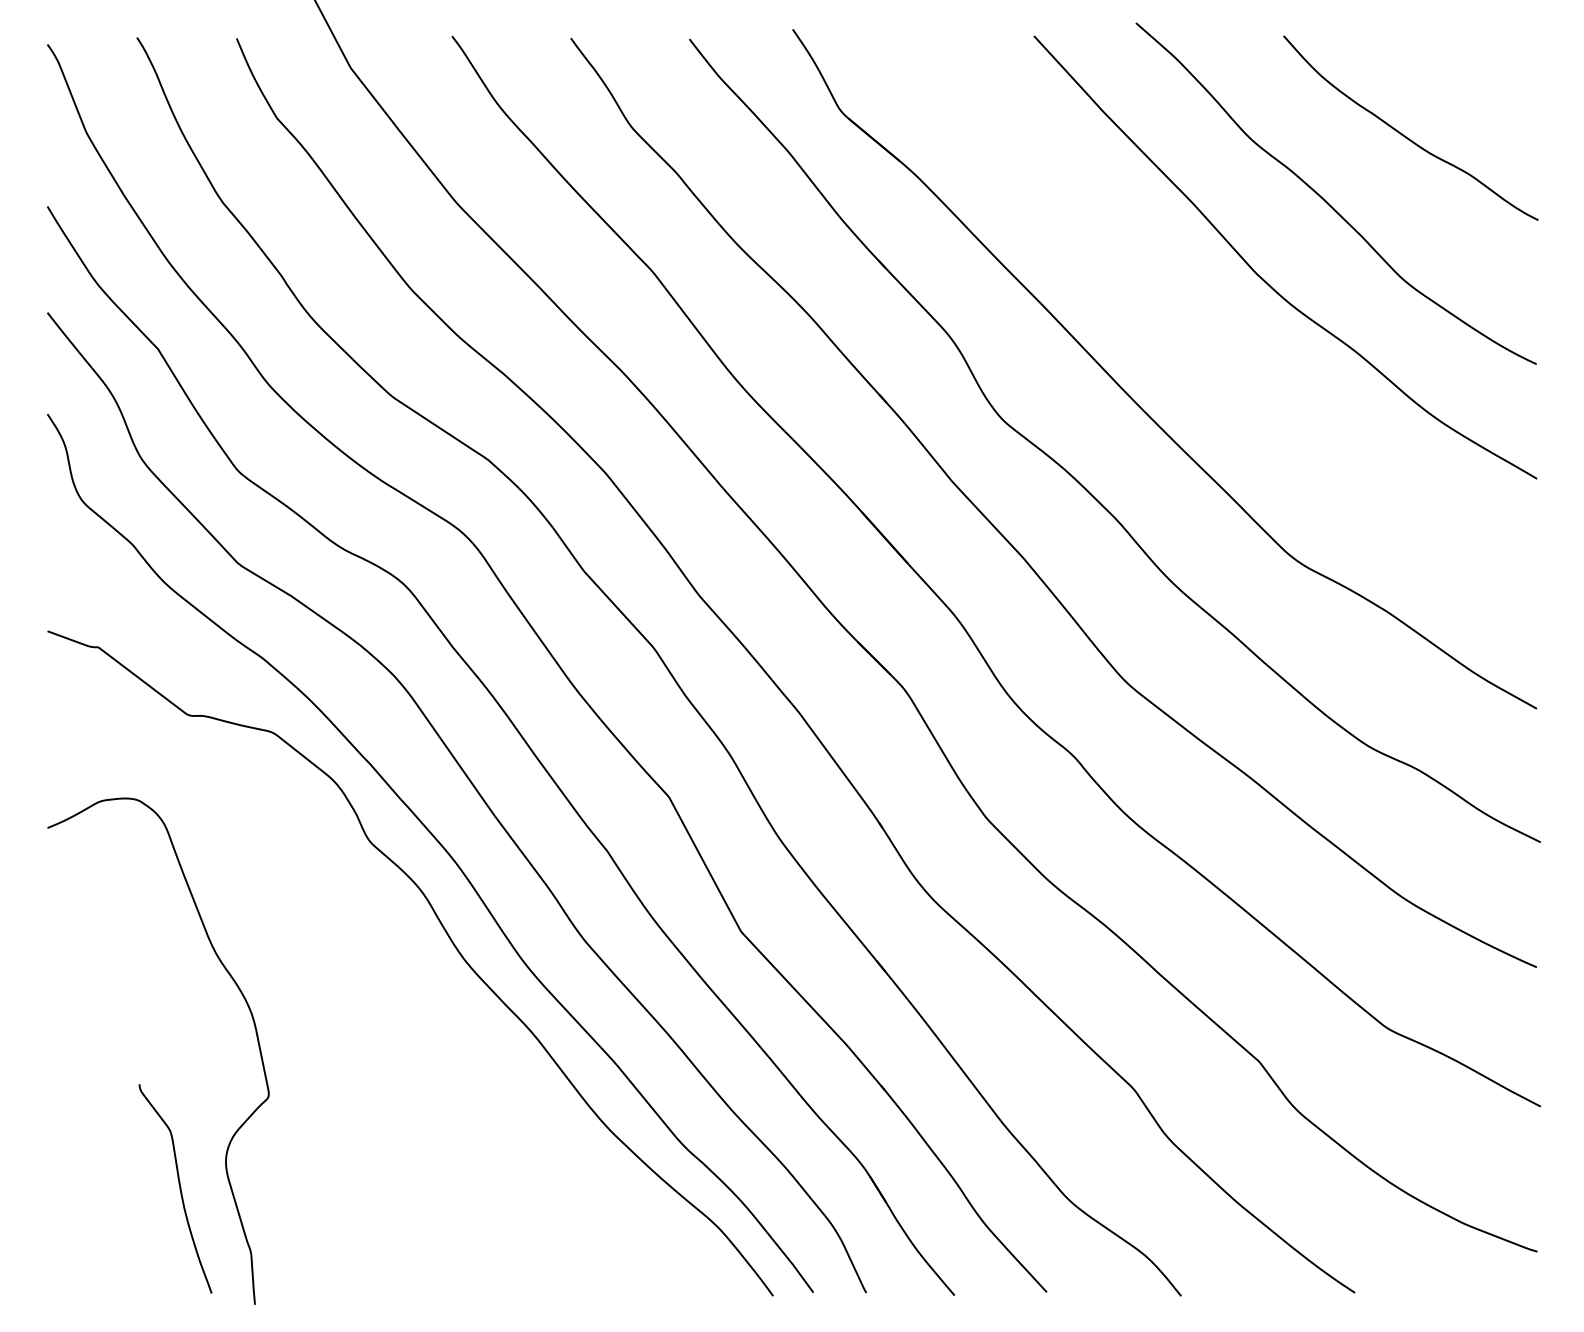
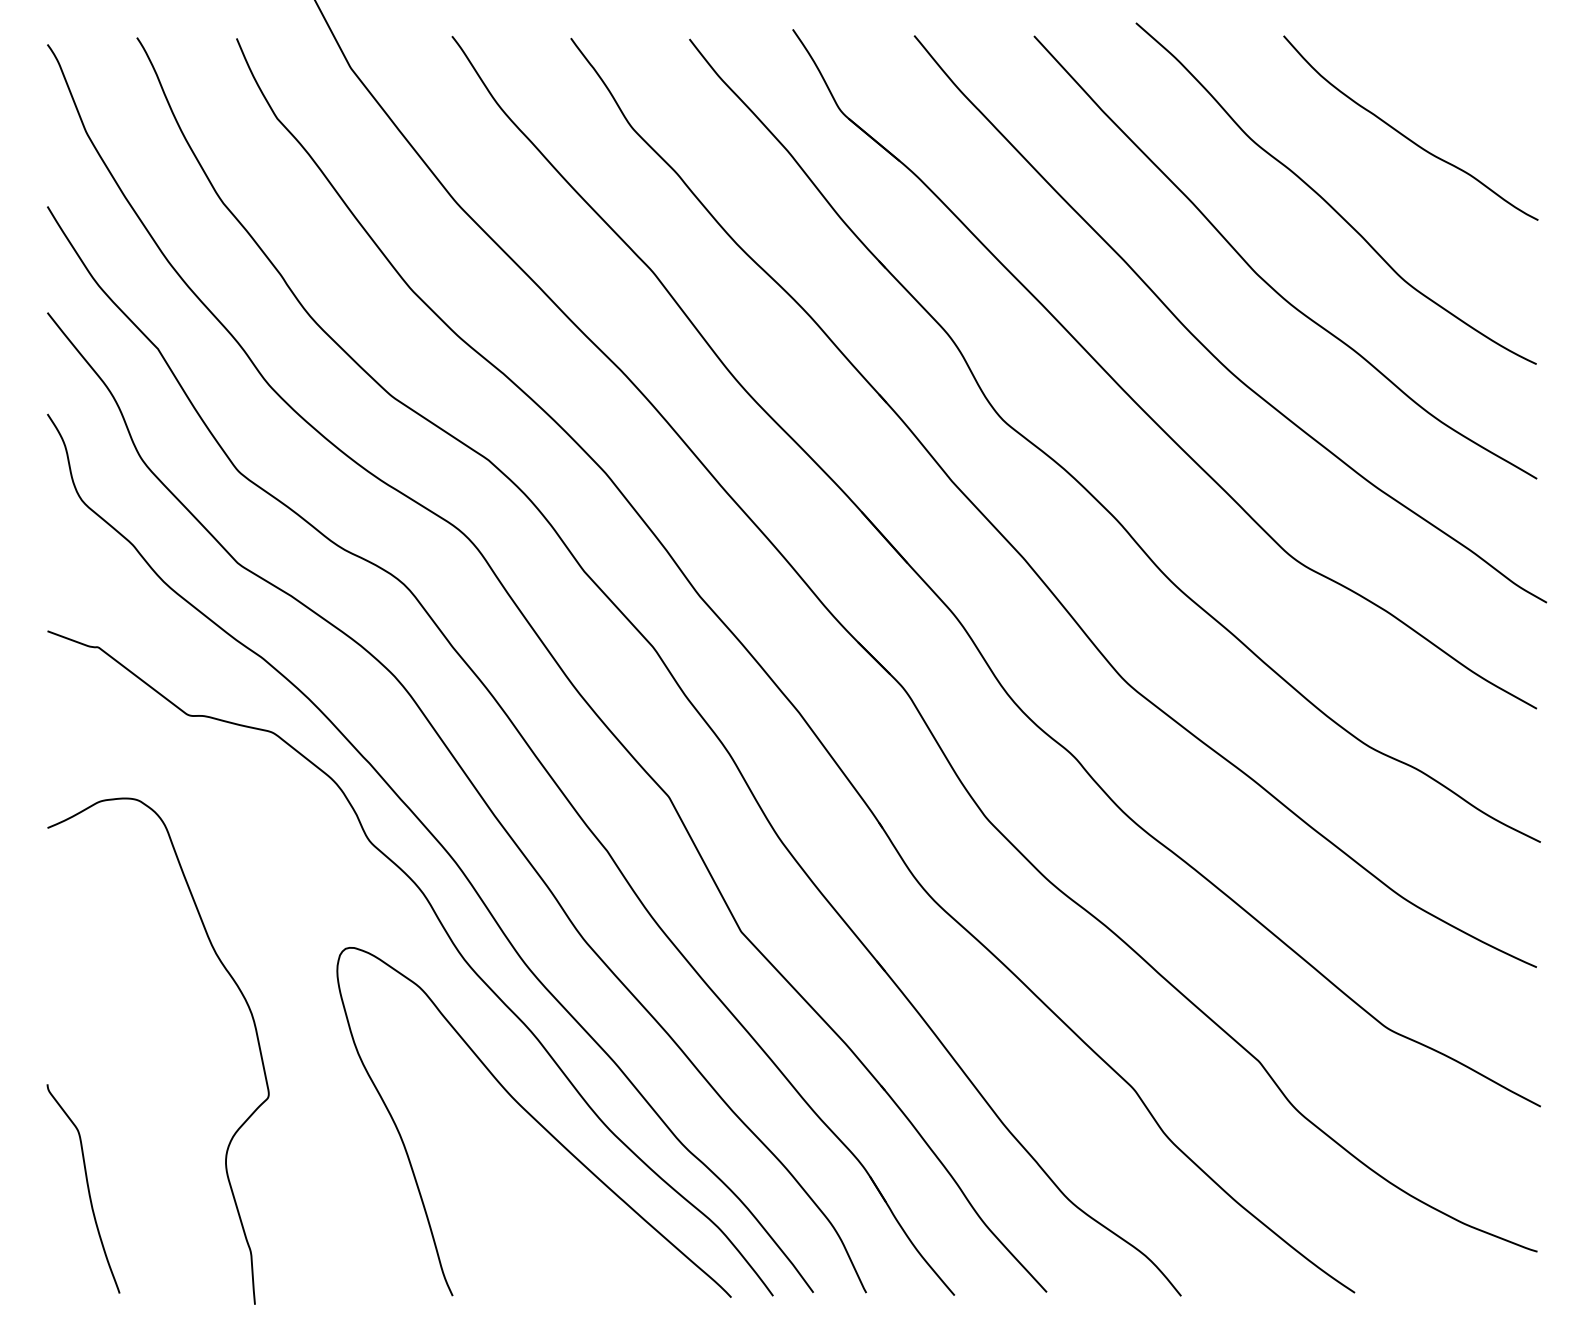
curve at (1204, 345): none -> present
curve at (534, 1120): none -> present
curve at (179, 1188) position: (179, 1188) -> (87, 1188)
